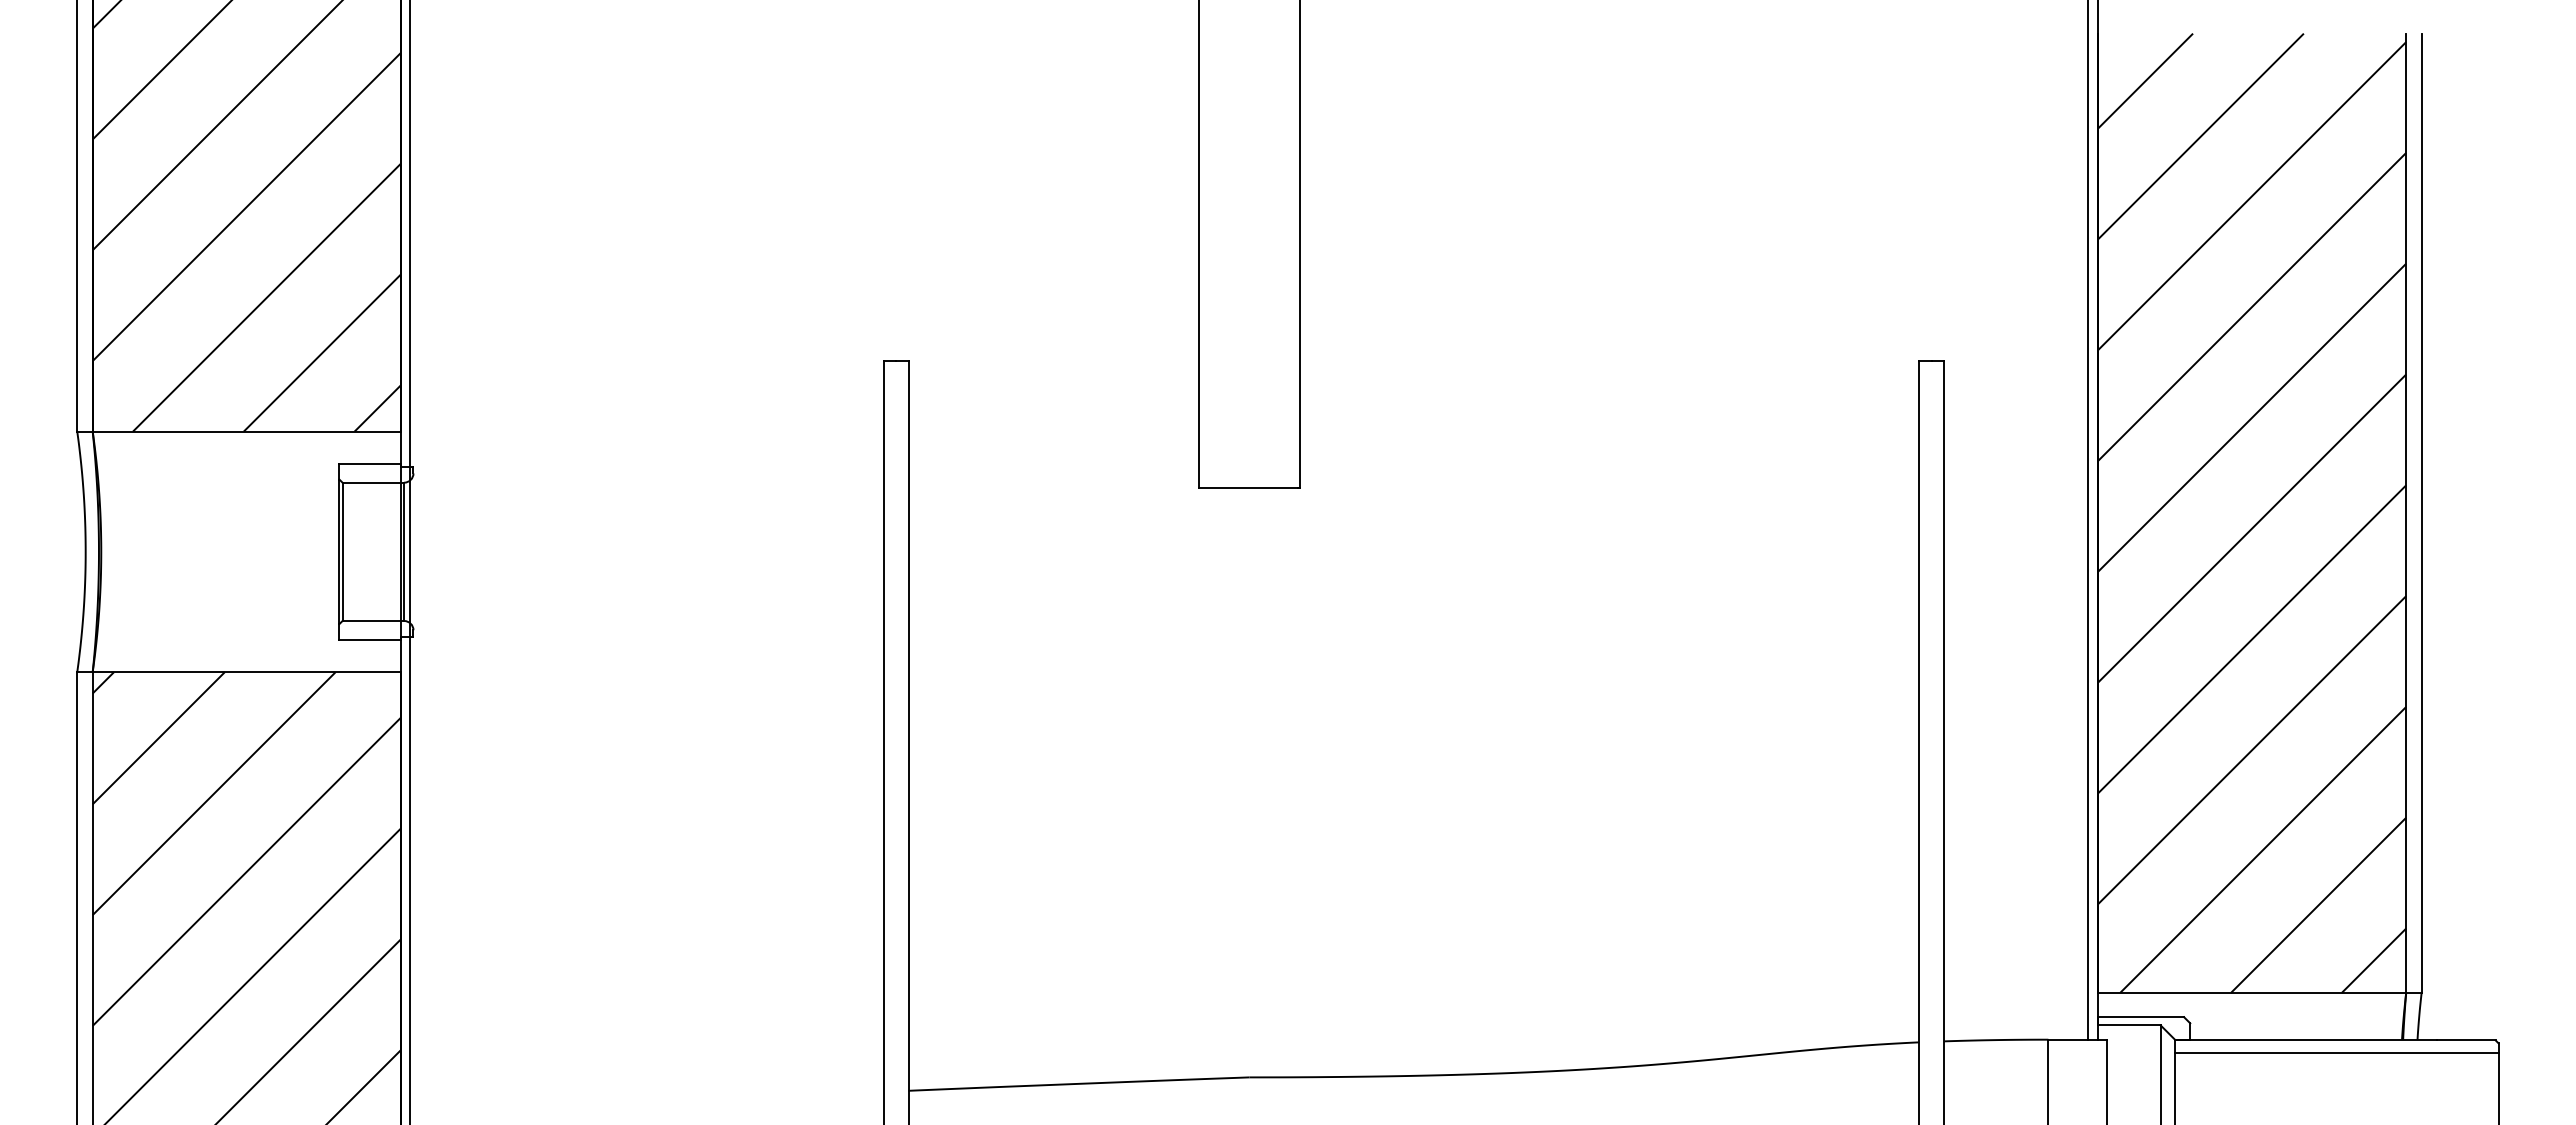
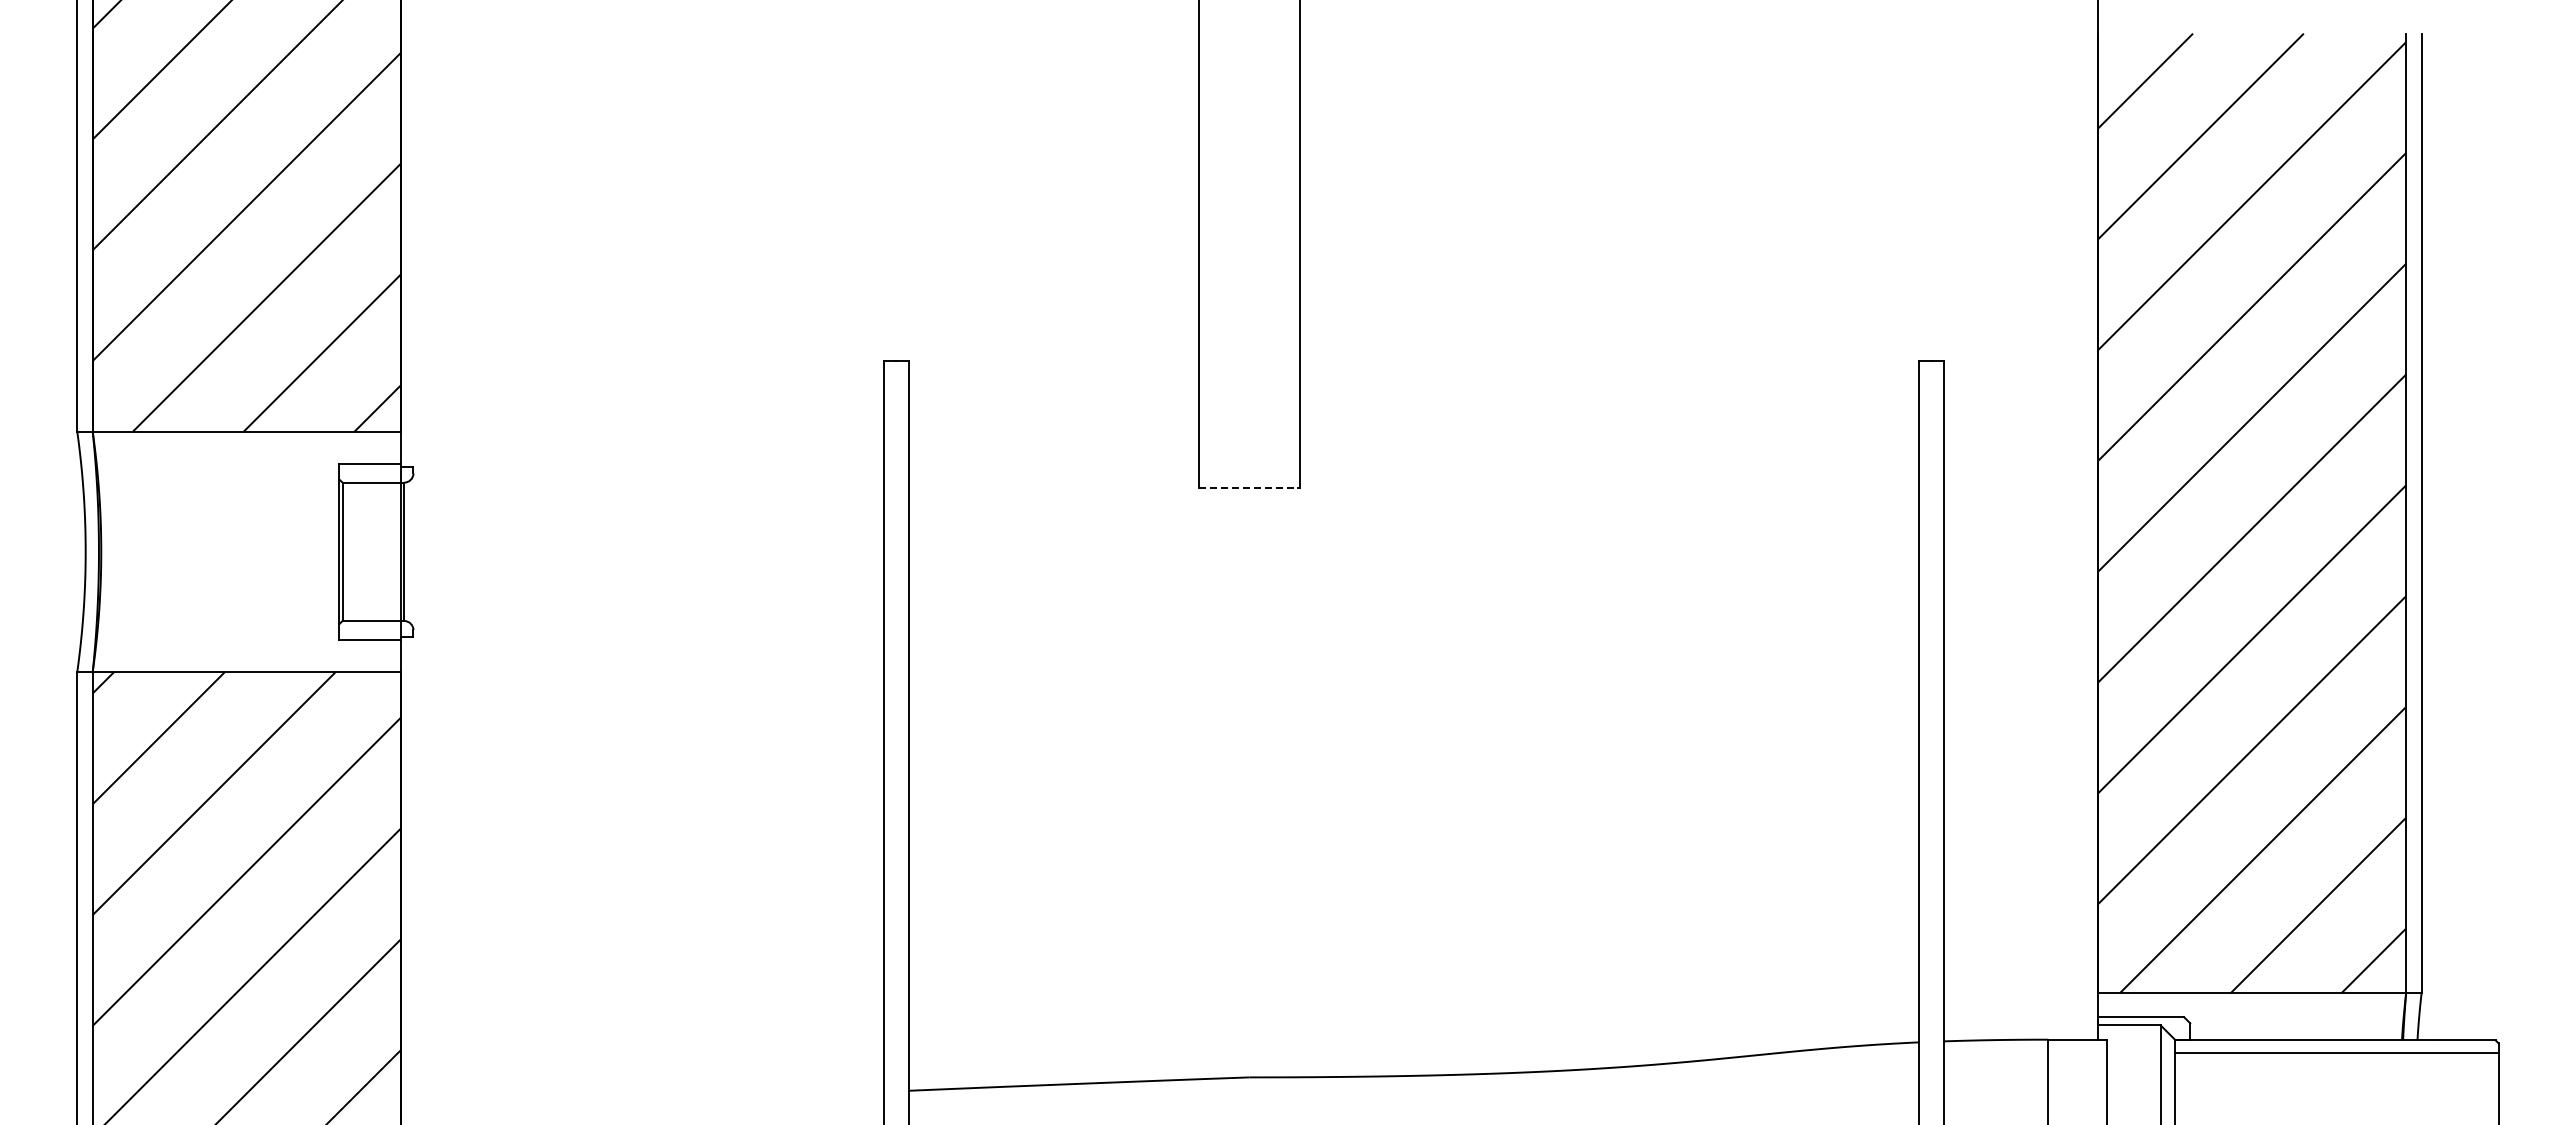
line at (1248, 487): solid -> dashed
line at (2088, 520): present -> none
line at (410, 561): present -> none
